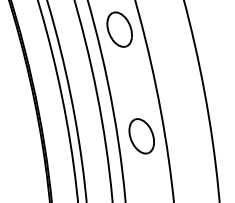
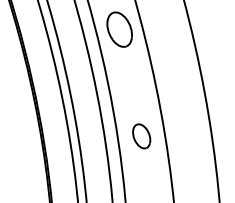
part at (141, 136) size: 27x37 px -> 20x27 px
